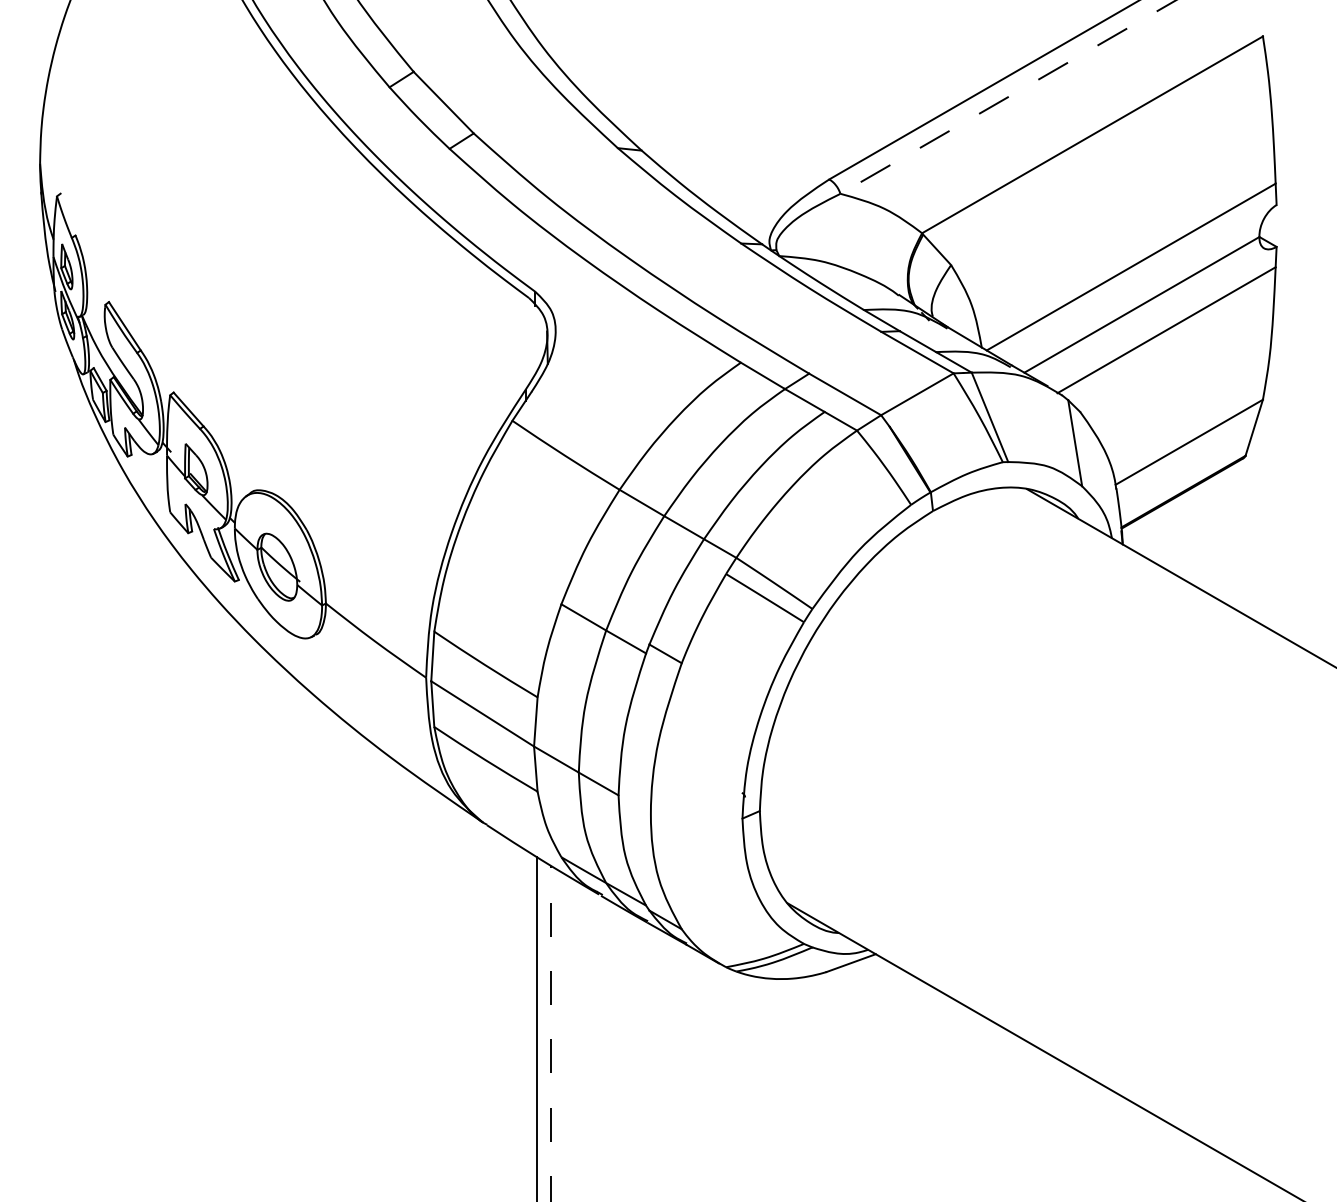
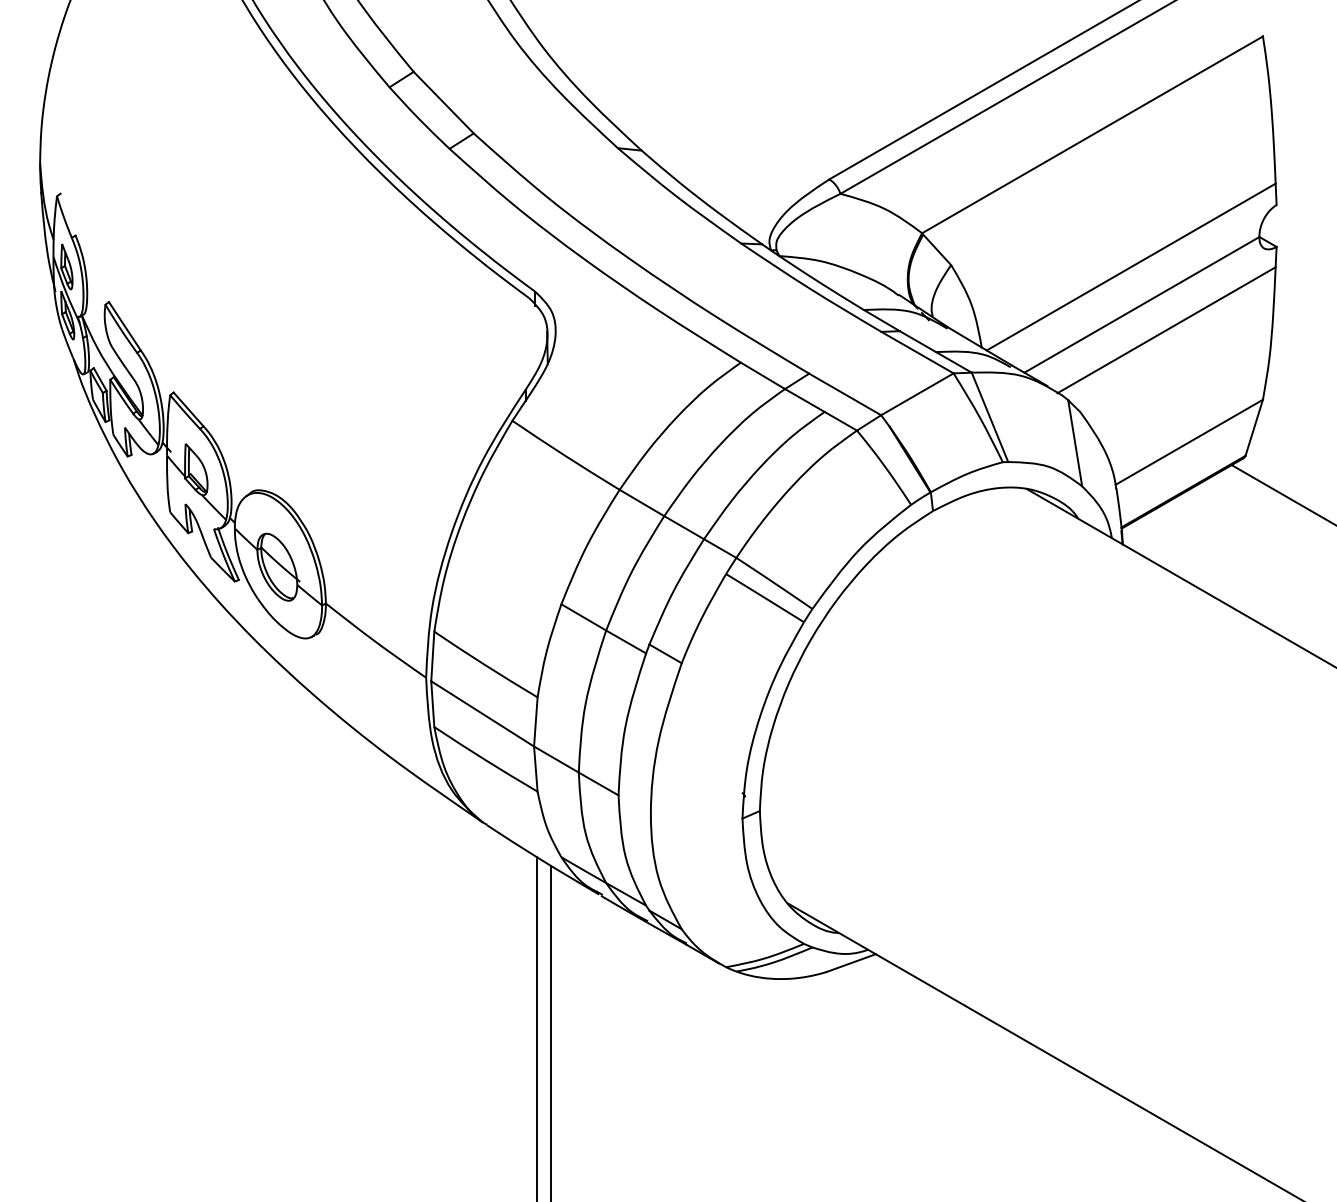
line at (1008, 97): dashed -> solid
line at (1282, 494): none -> present
line at (551, 1032): dashed -> solid
